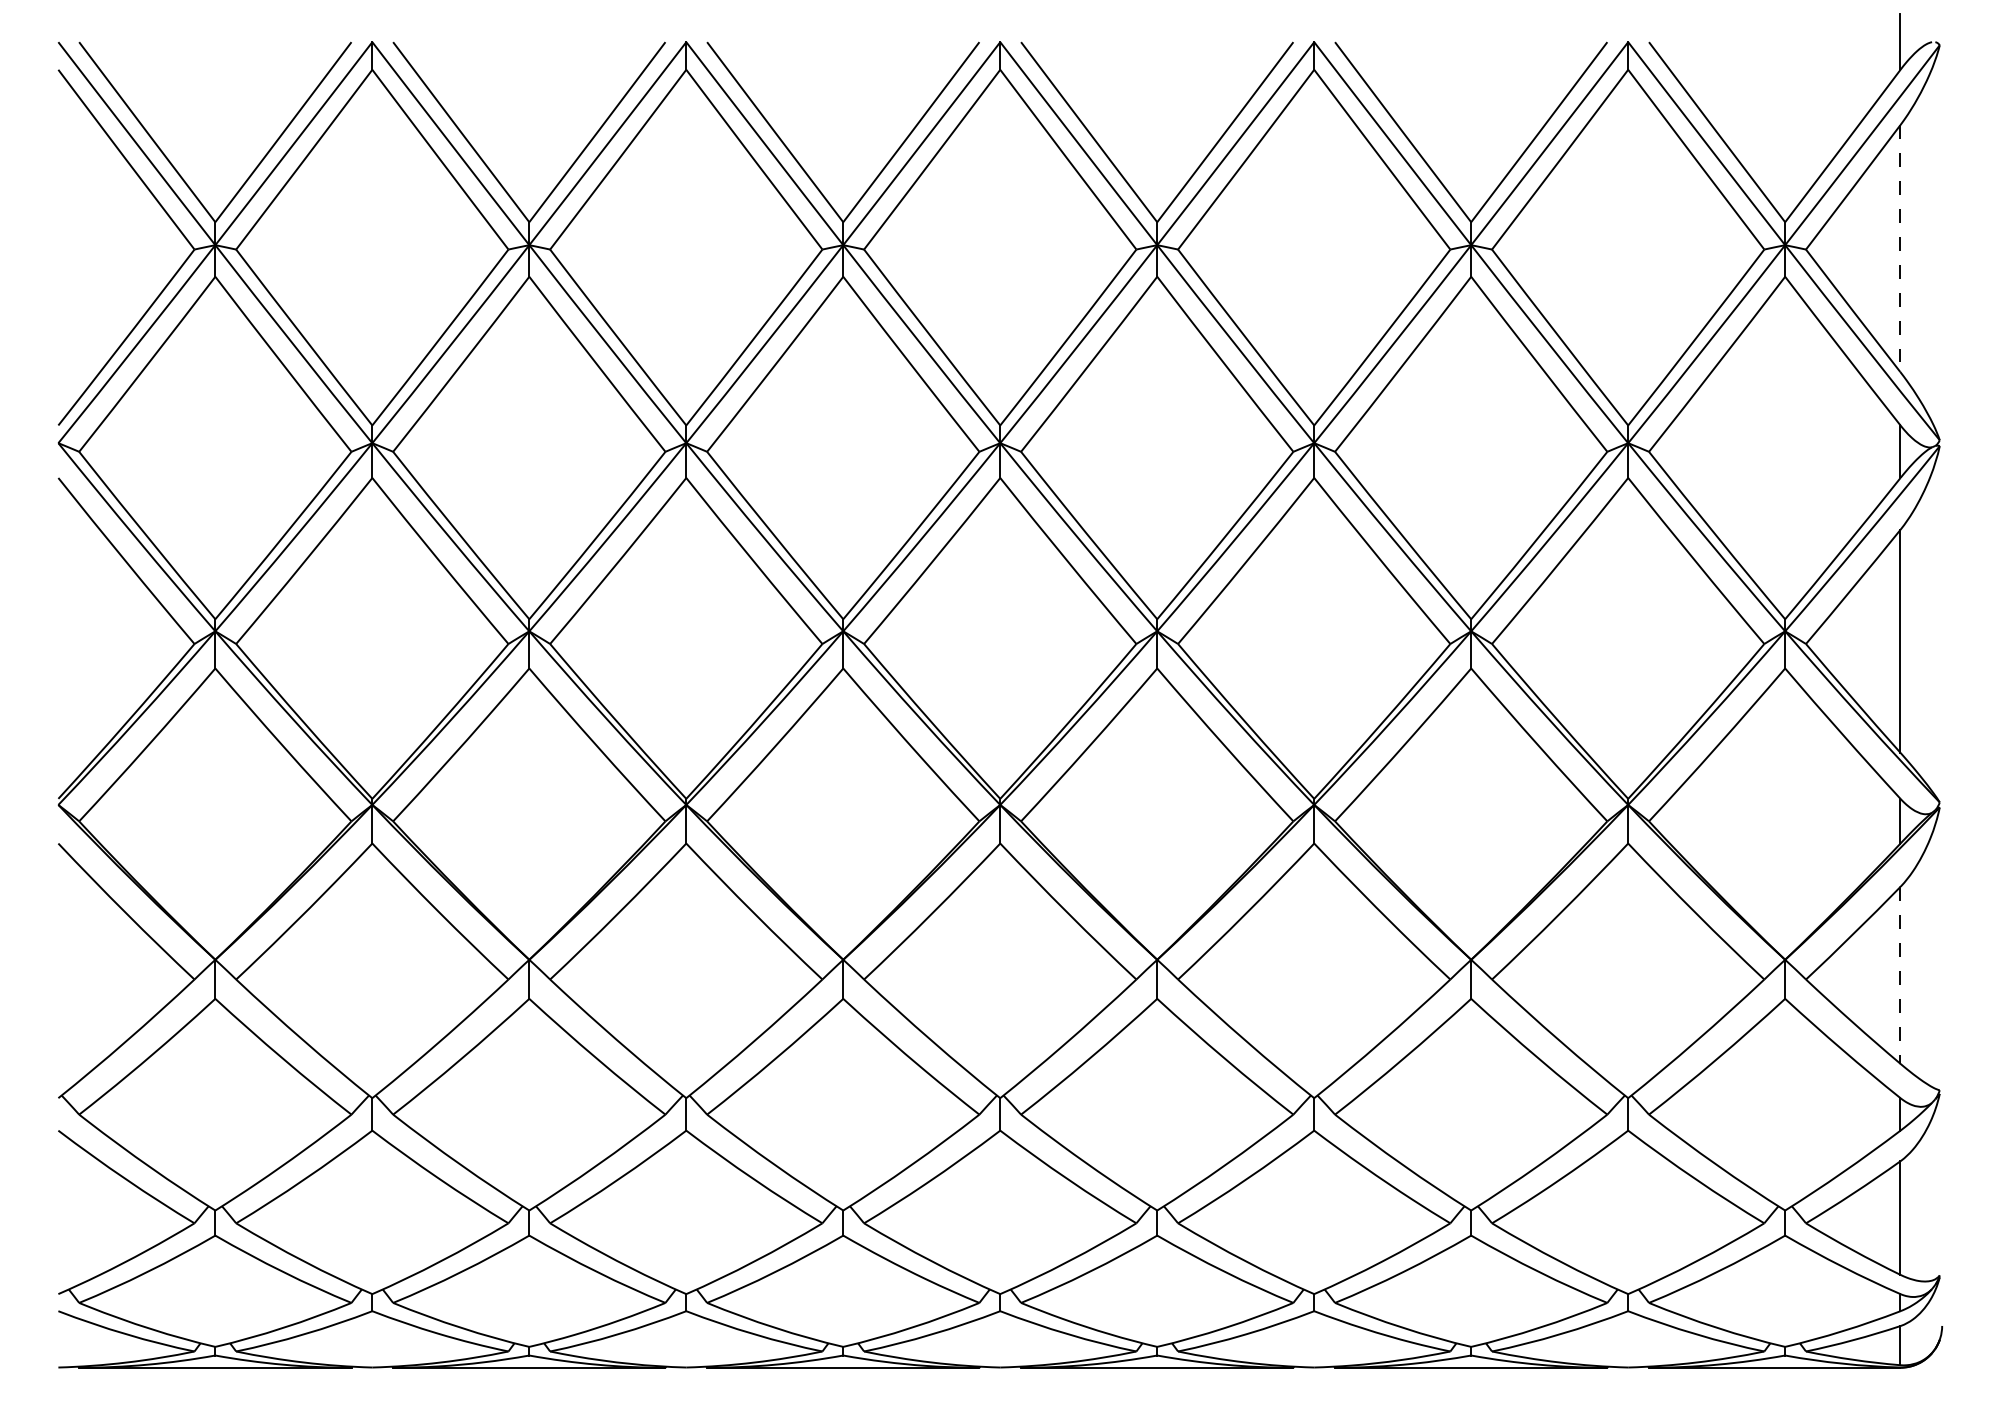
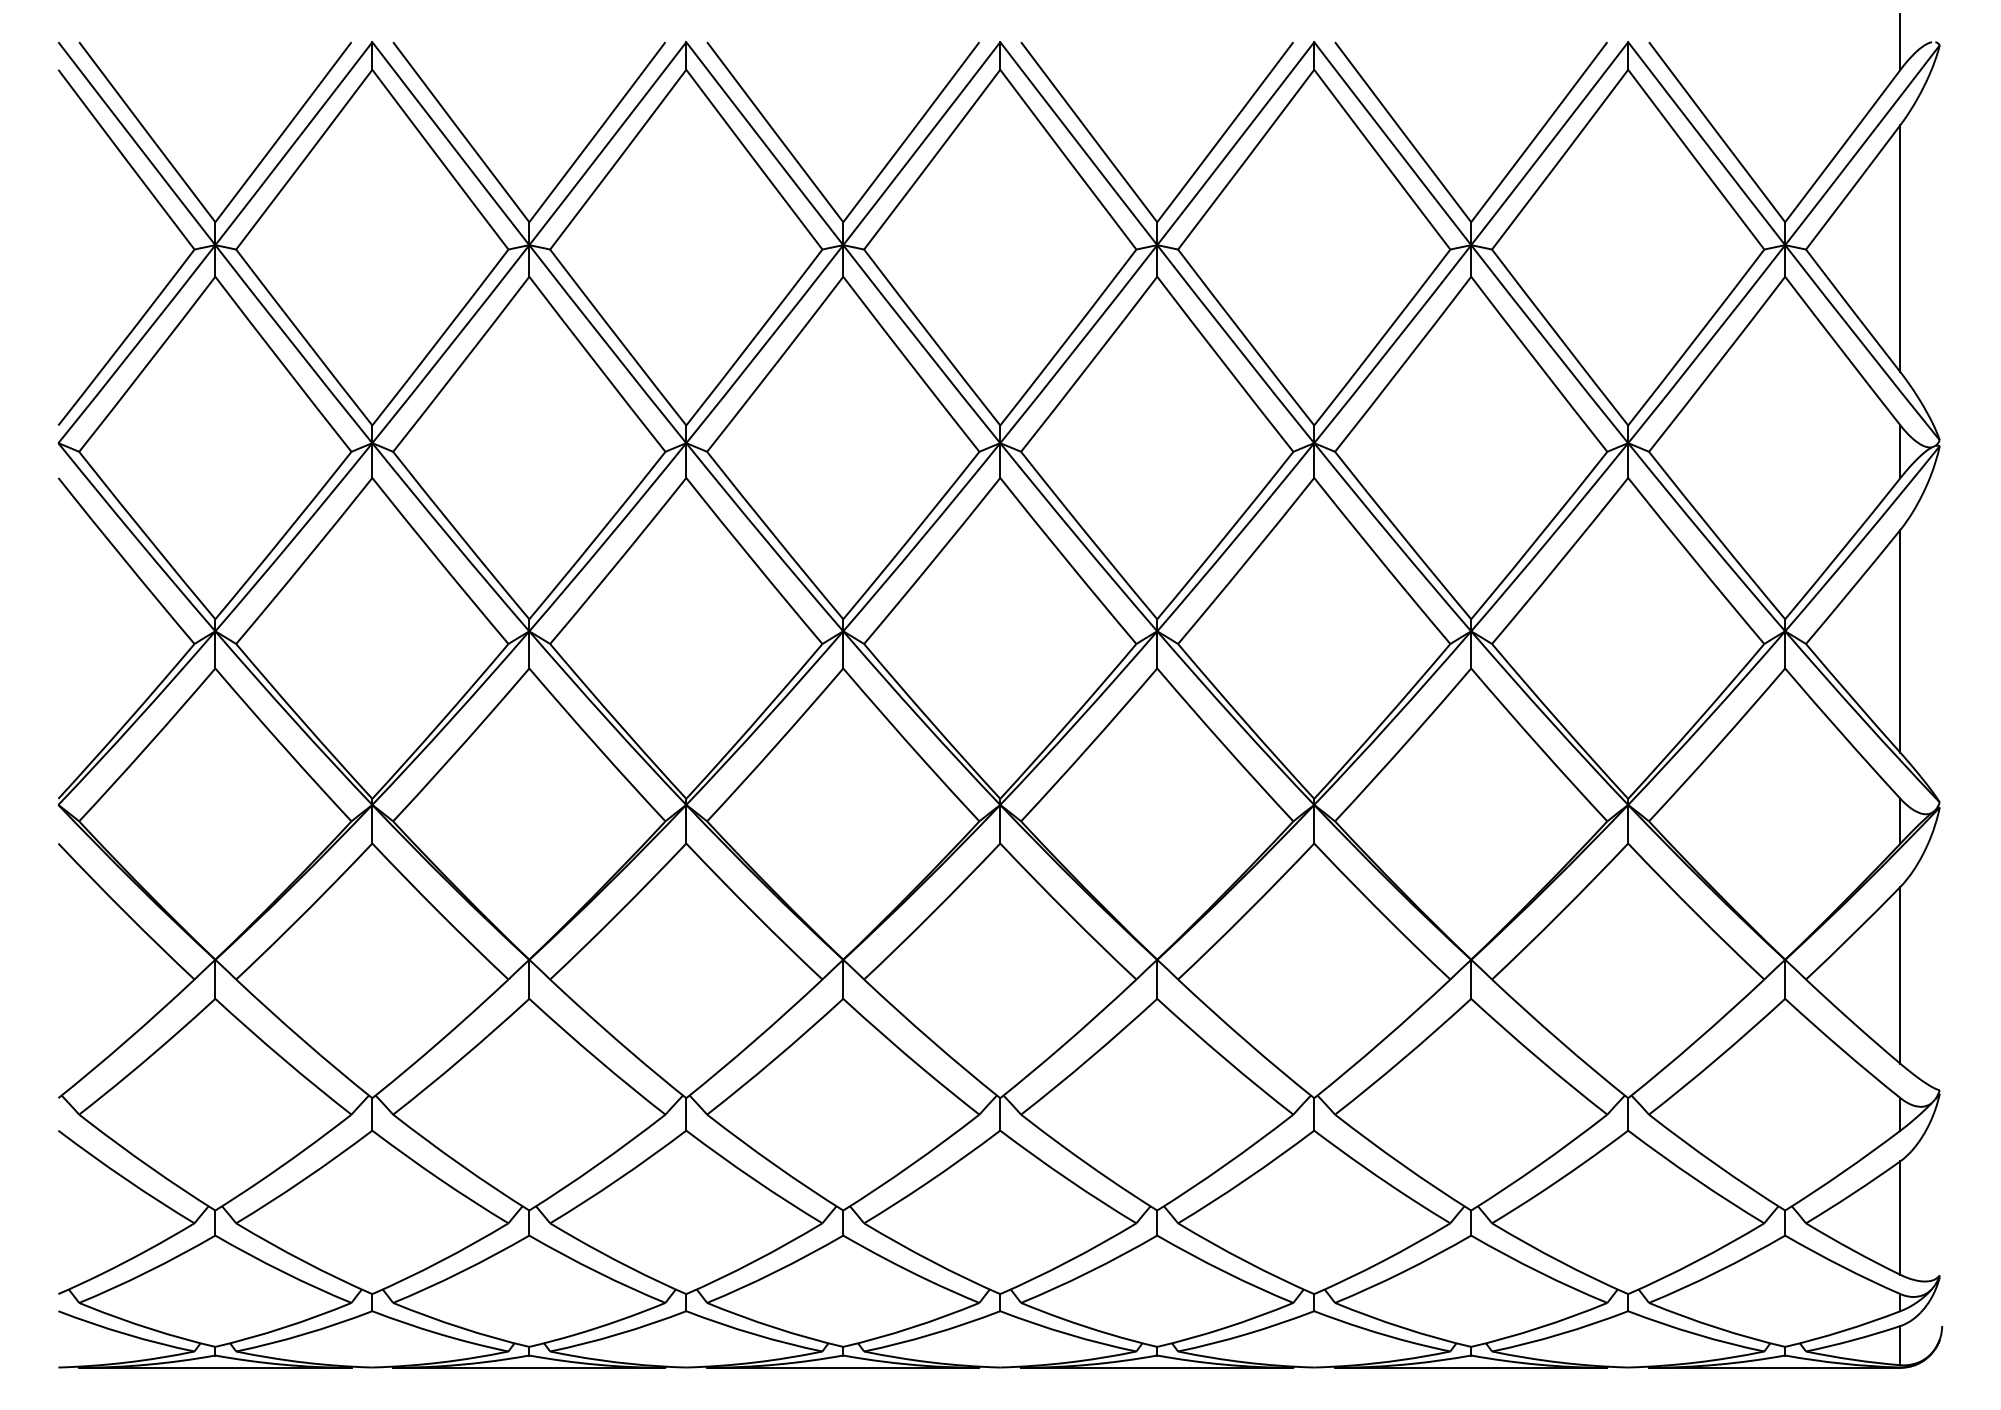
line at (1900, 249): dashed -> solid
line at (1900, 975): dashed -> solid
